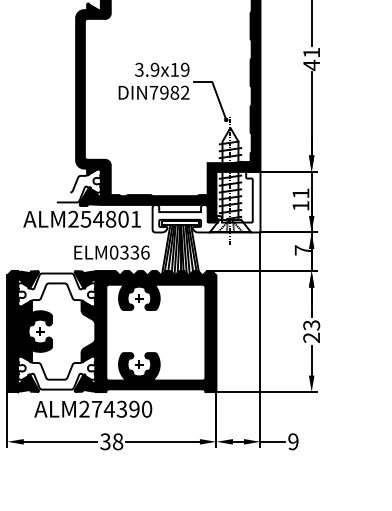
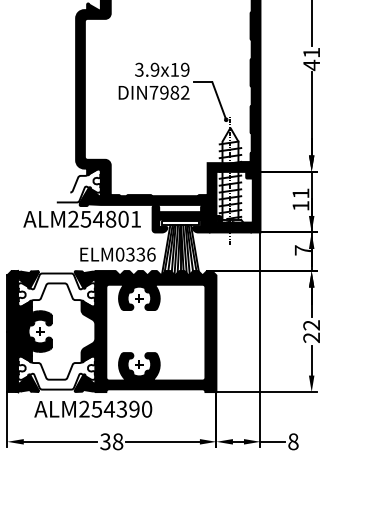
fill at (206, 201): none -> present
text at (111, 252) position: (111, 252) -> (117, 254)
text at (311, 325): 23 -> 22
text at (96, 409): ALM274390 -> ALM254390
text at (293, 441): 9 -> 8
